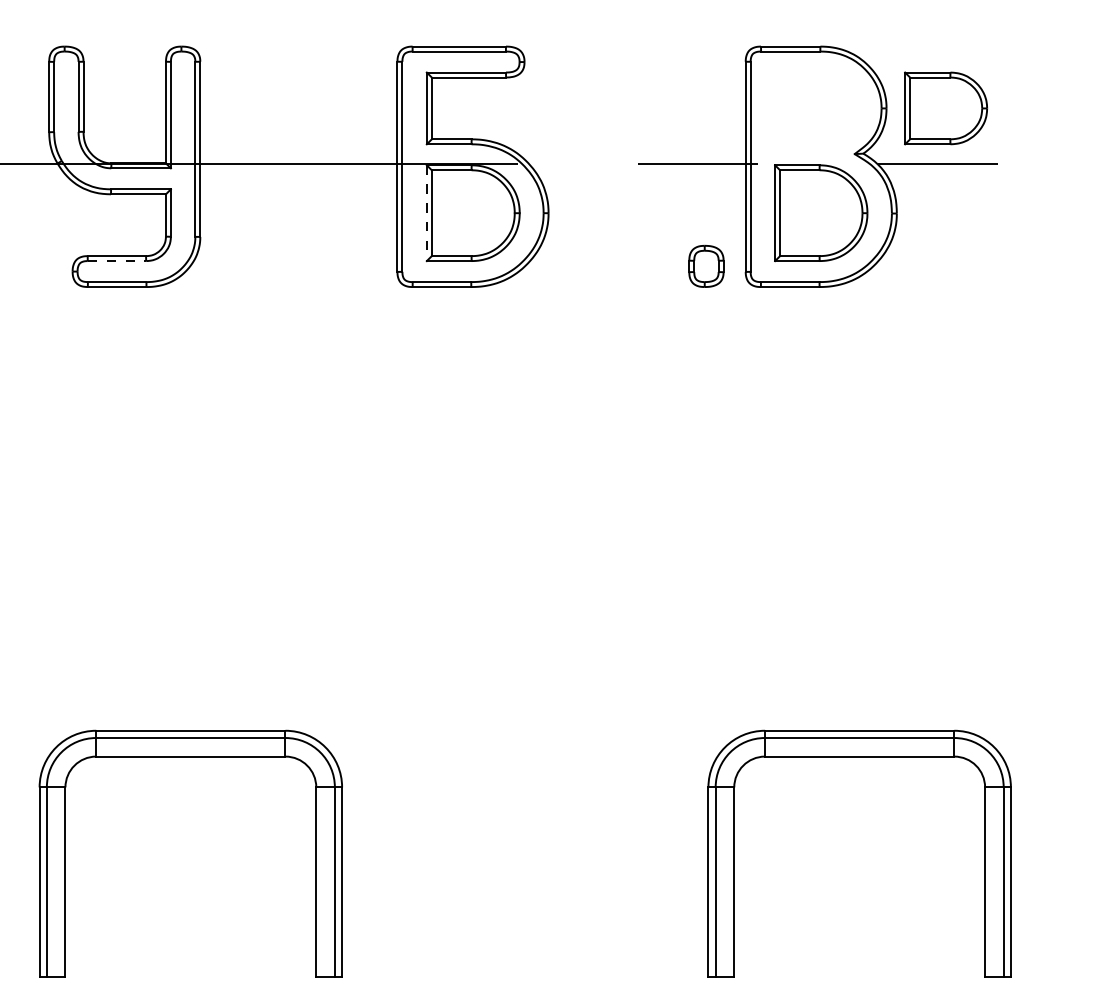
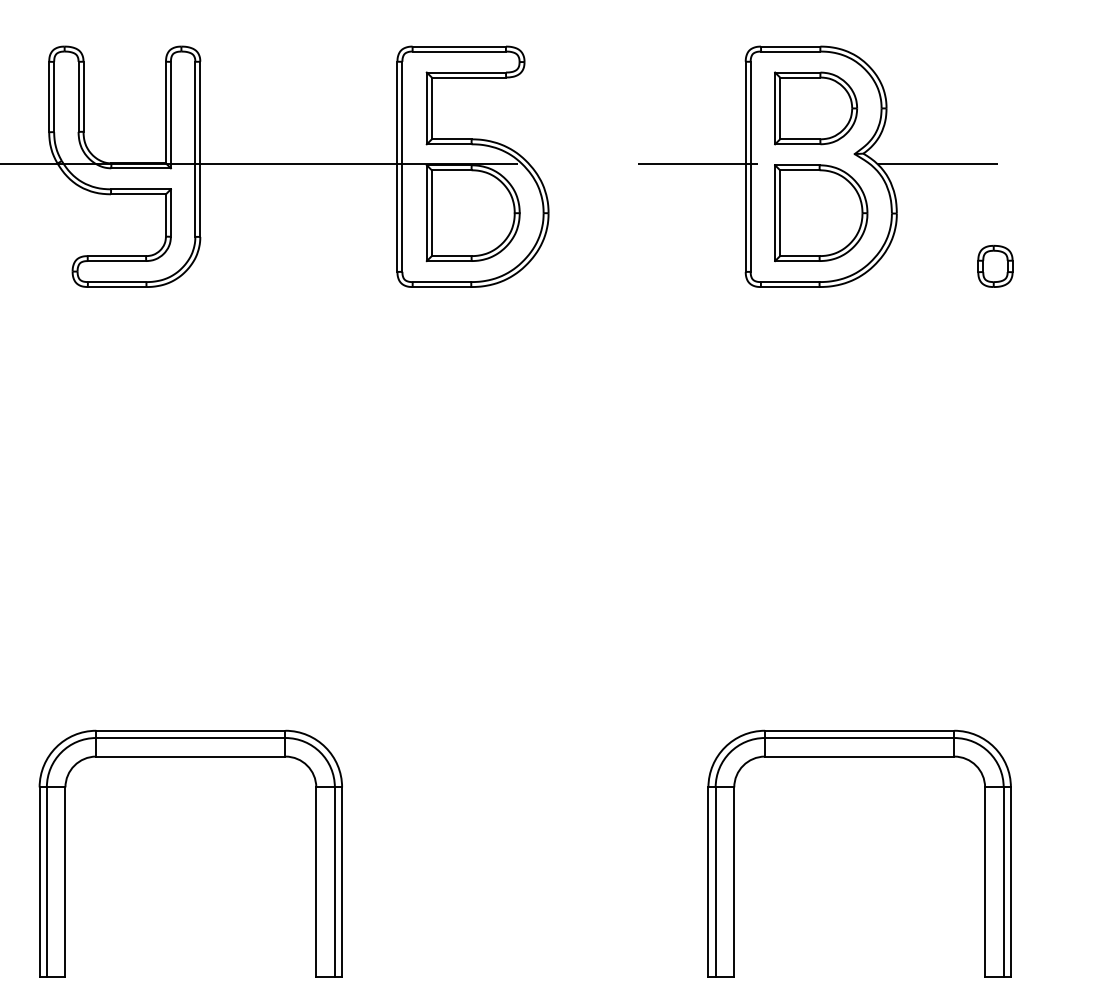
part at (946, 108) position: (946, 108) -> (816, 108)
line at (426, 213): dashed -> solid
line at (117, 261): dashed -> solid
part at (706, 265) position: (706, 265) -> (995, 265)
